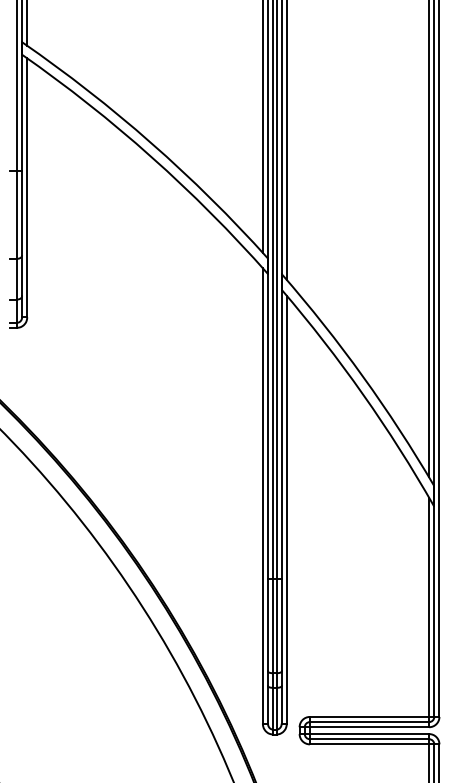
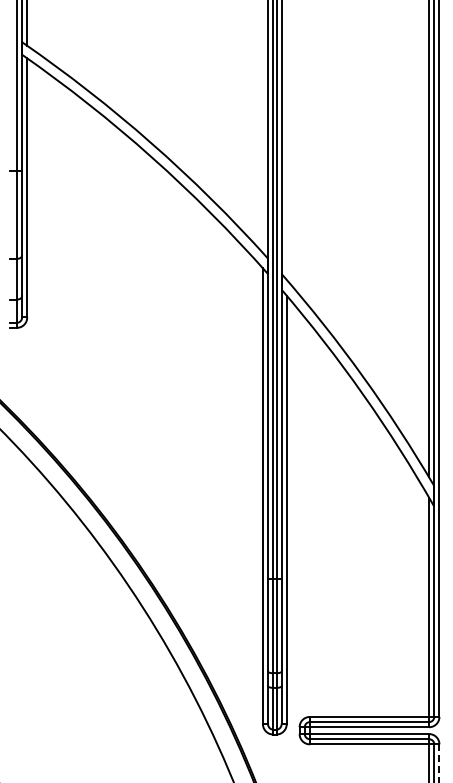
line at (262, 127): present -> none
line at (286, 140): present -> none
line at (439, 763): solid -> dashed
